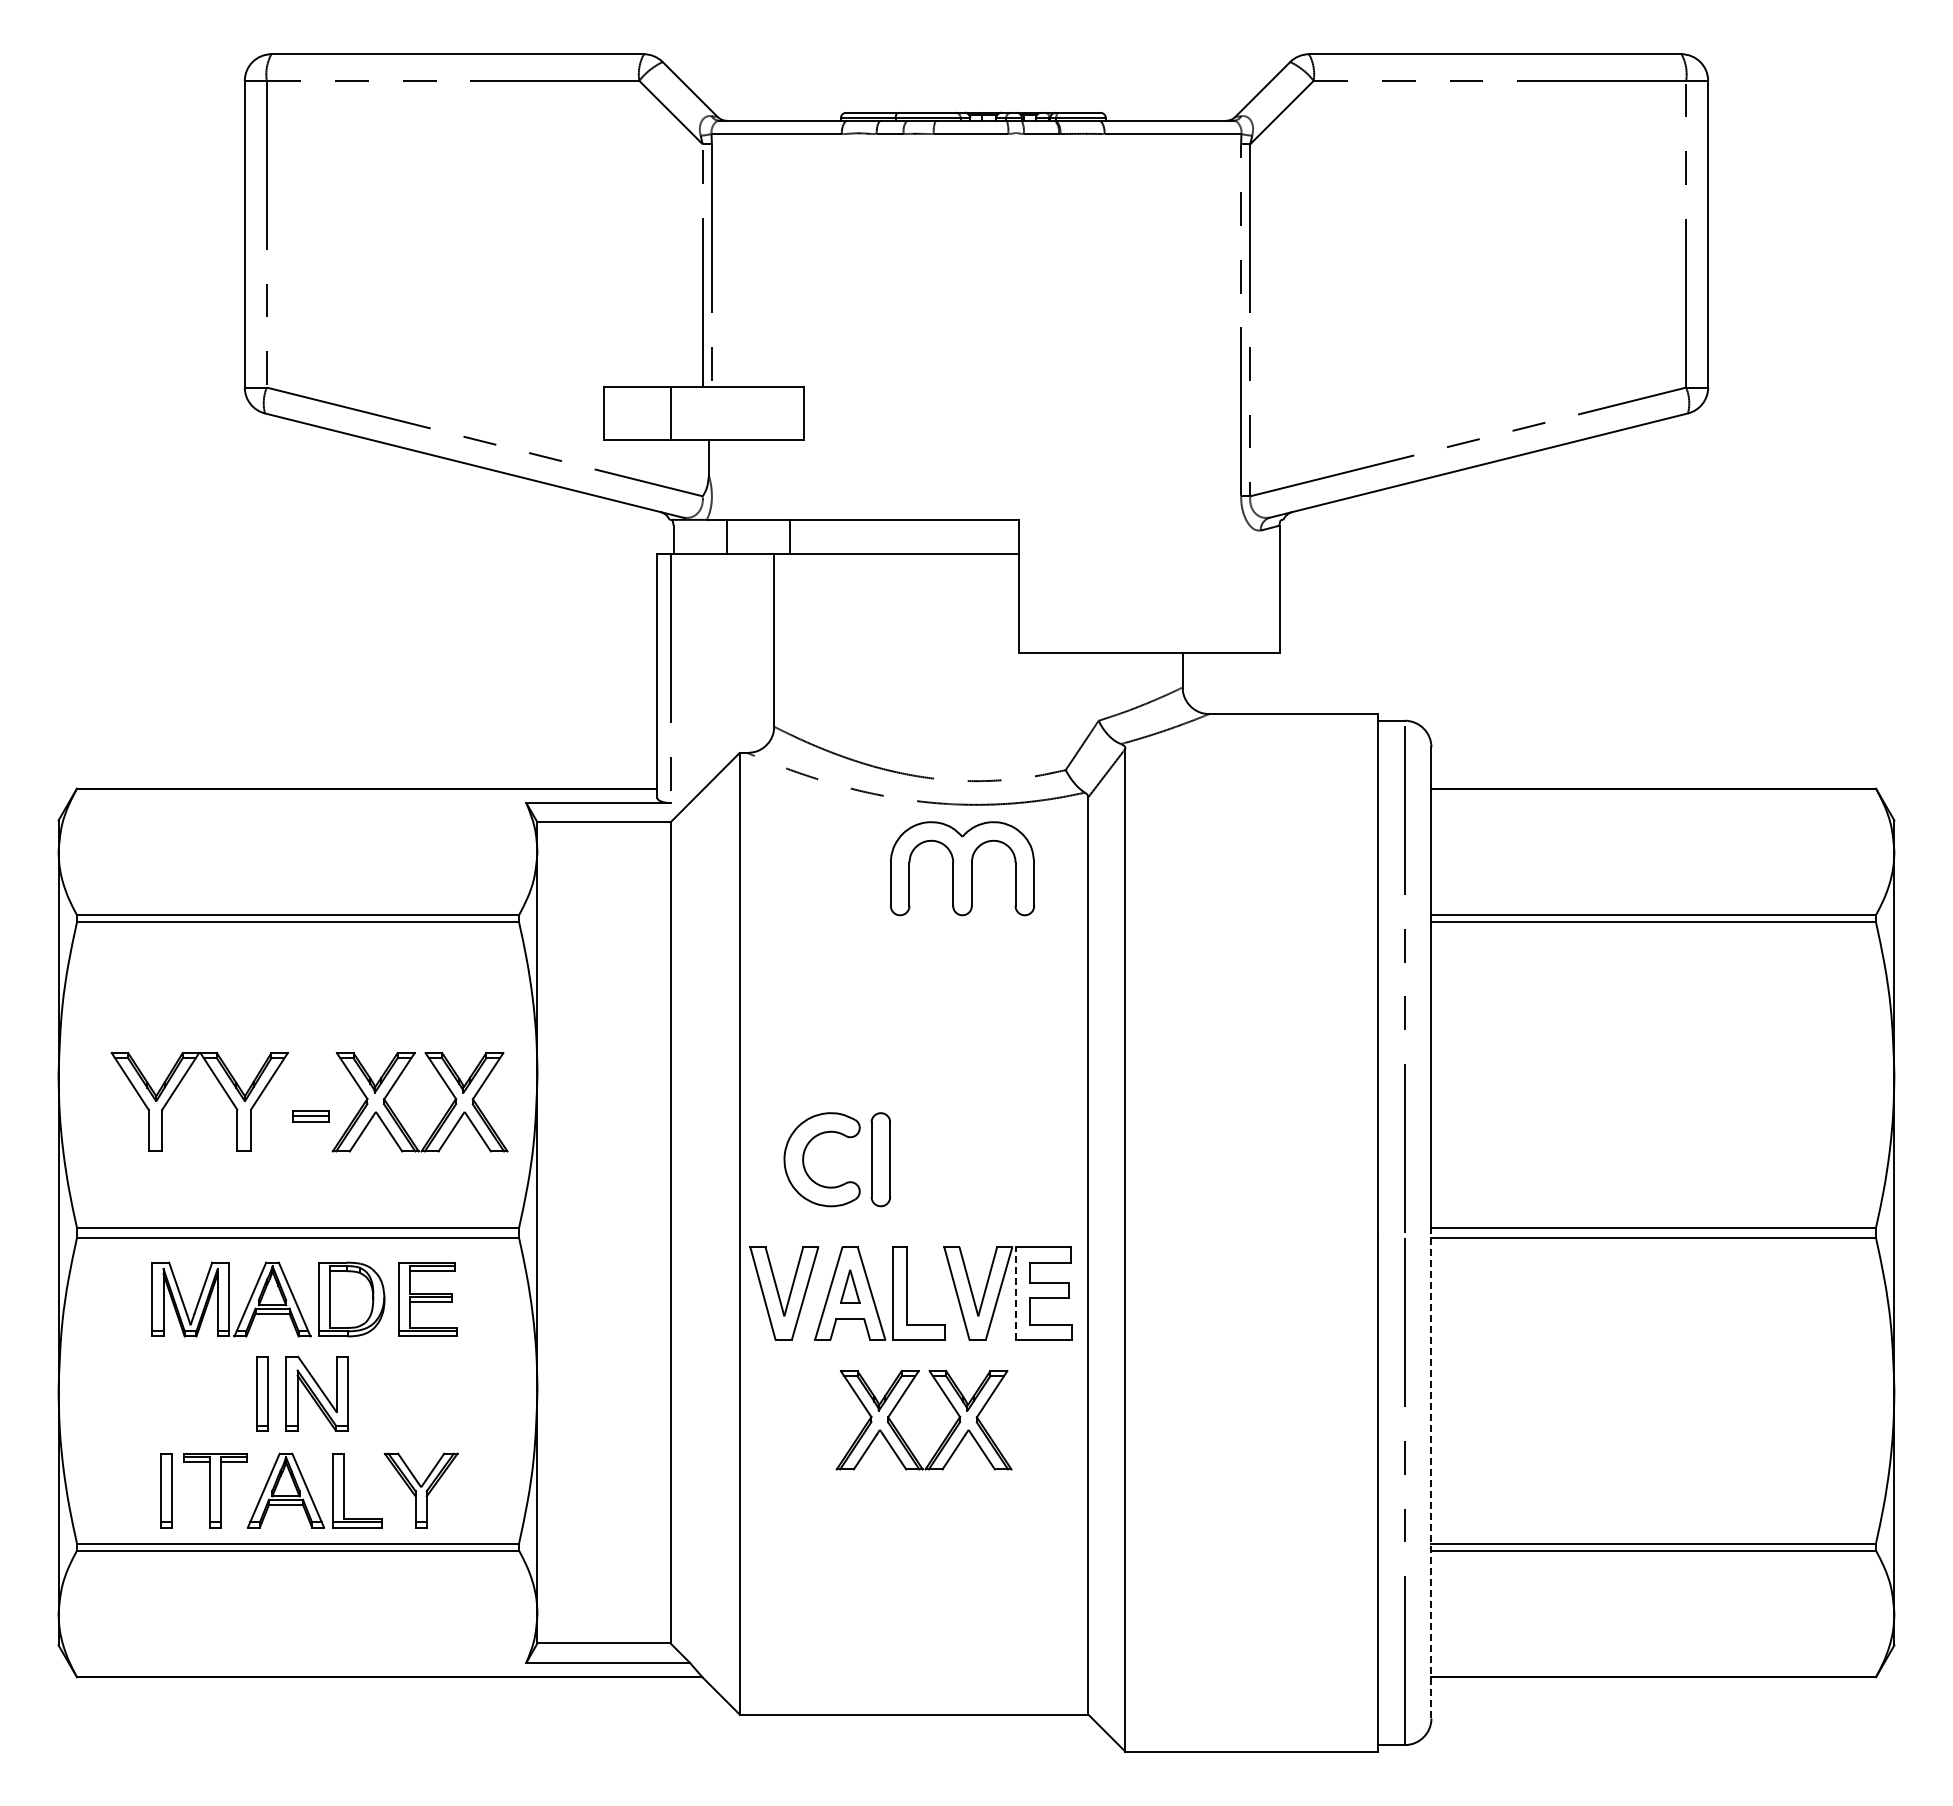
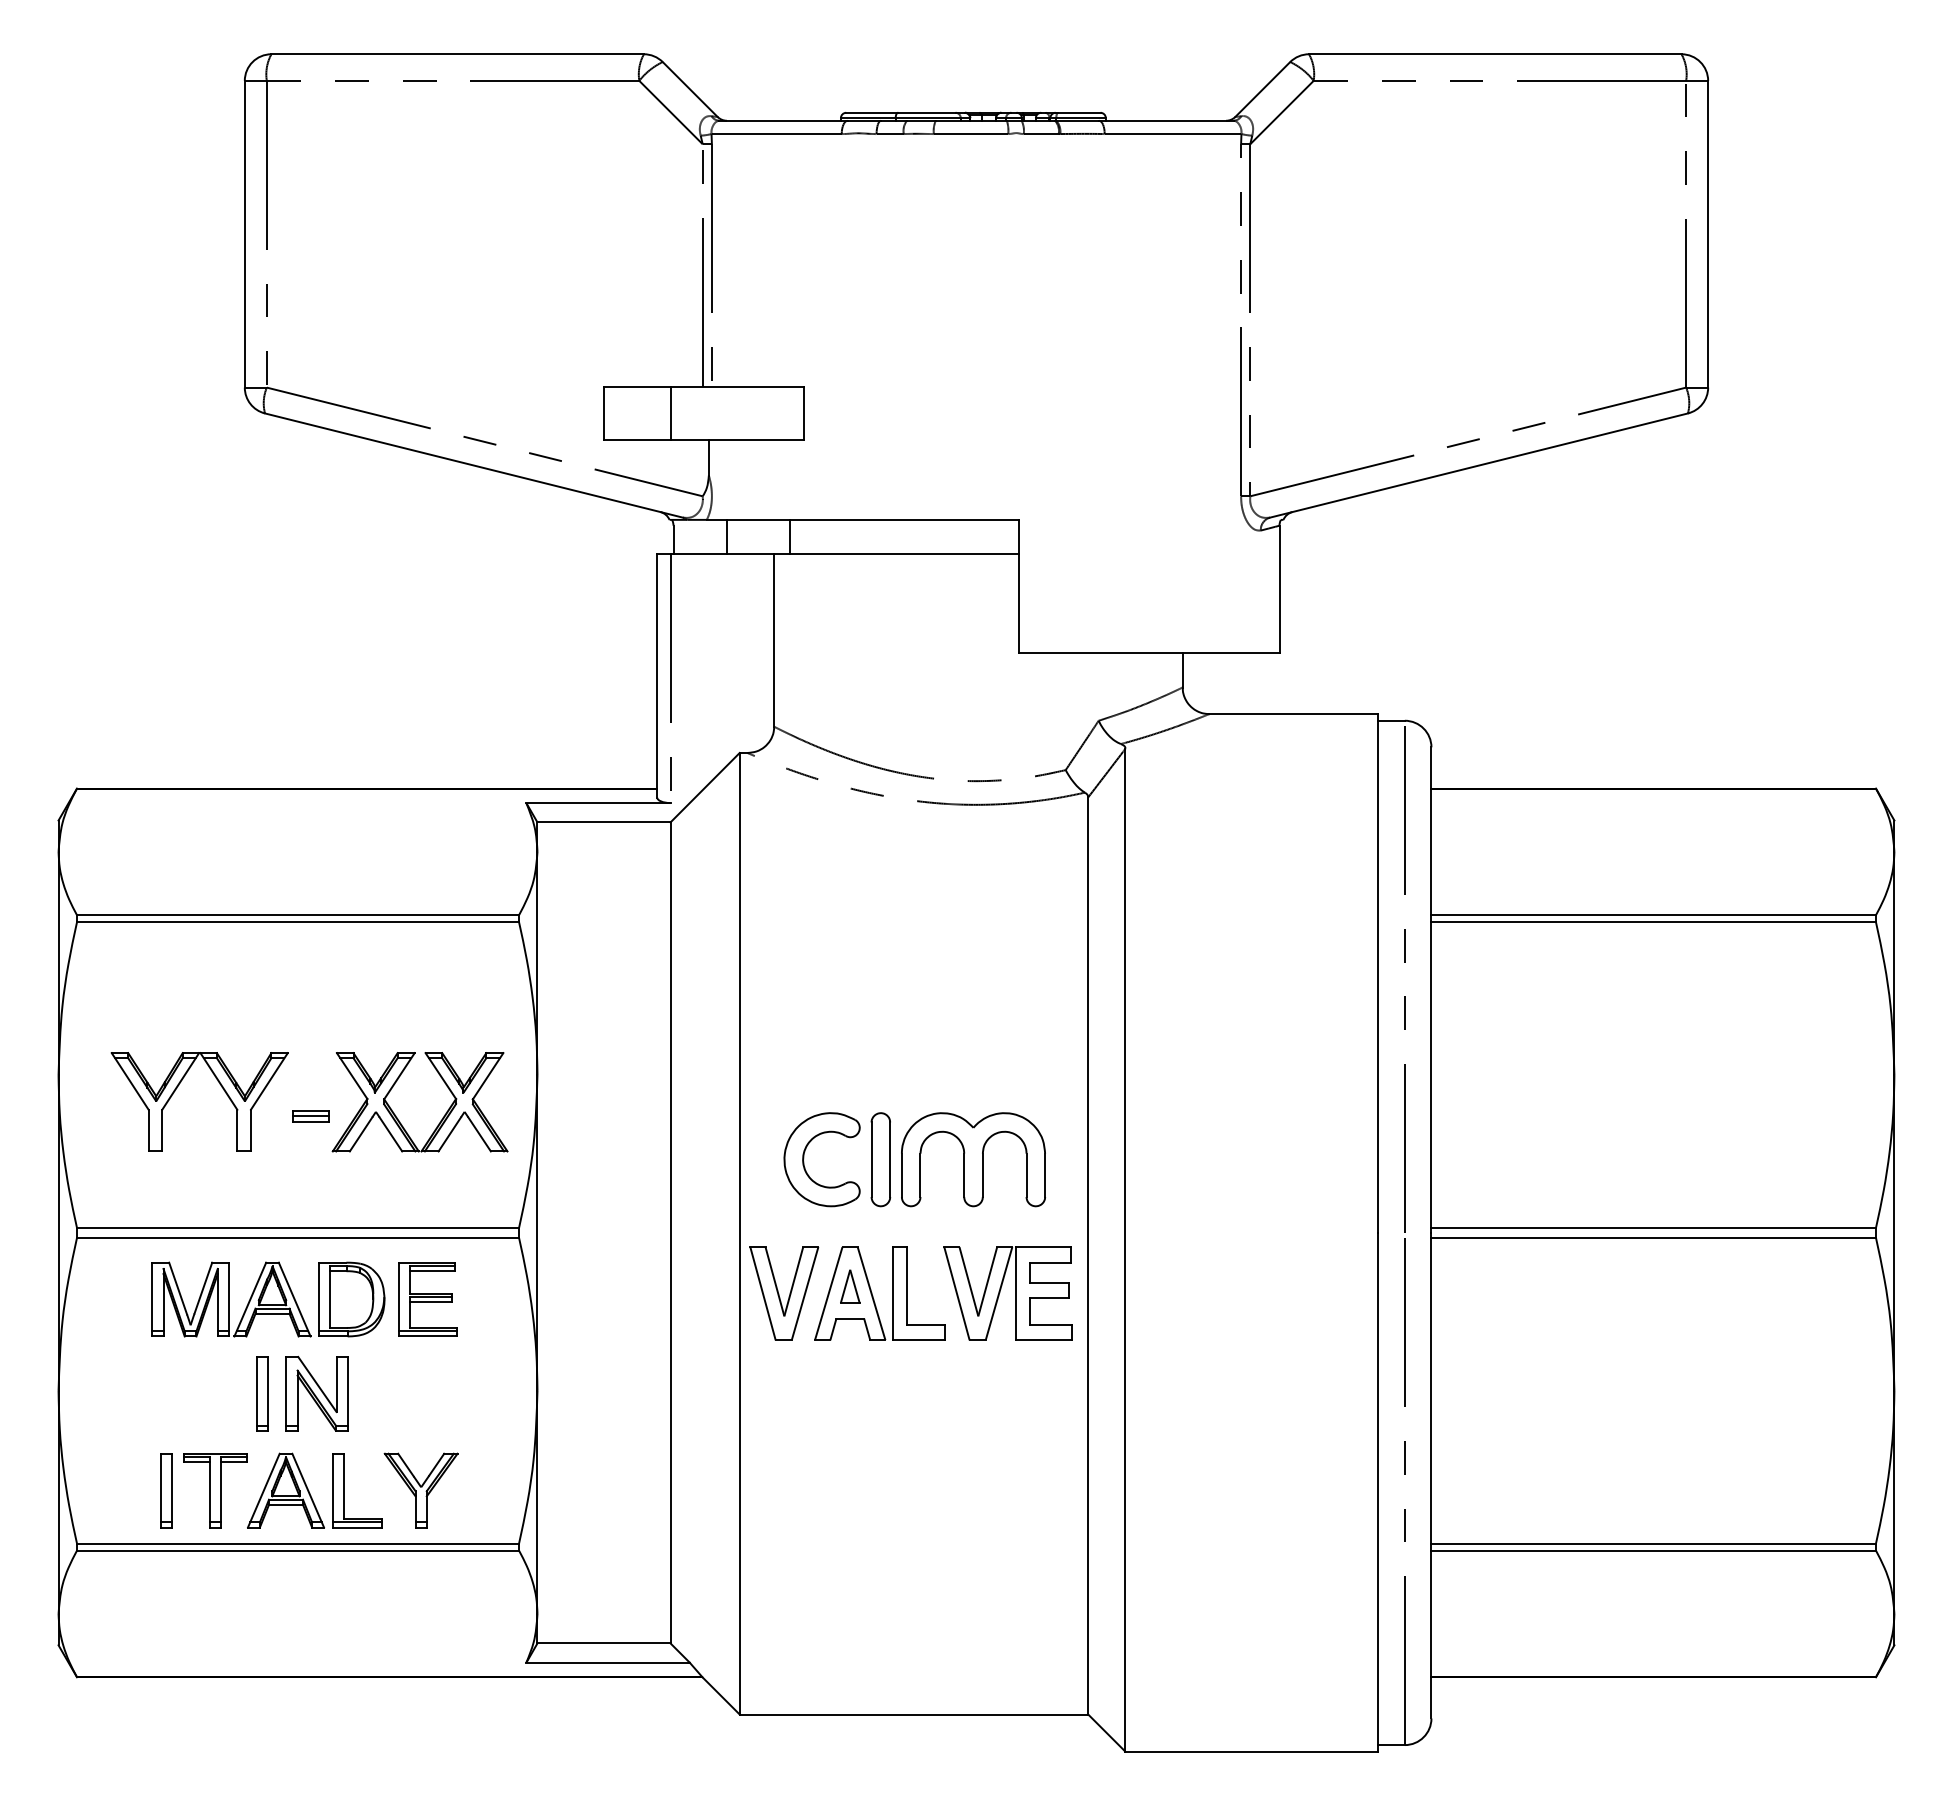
part at (962, 868) position: (962, 868) -> (973, 1159)
line at (1016, 1293): dashed -> solid
part at (902, 1436): present -> none
line at (1431, 1475): dashed -> solid
